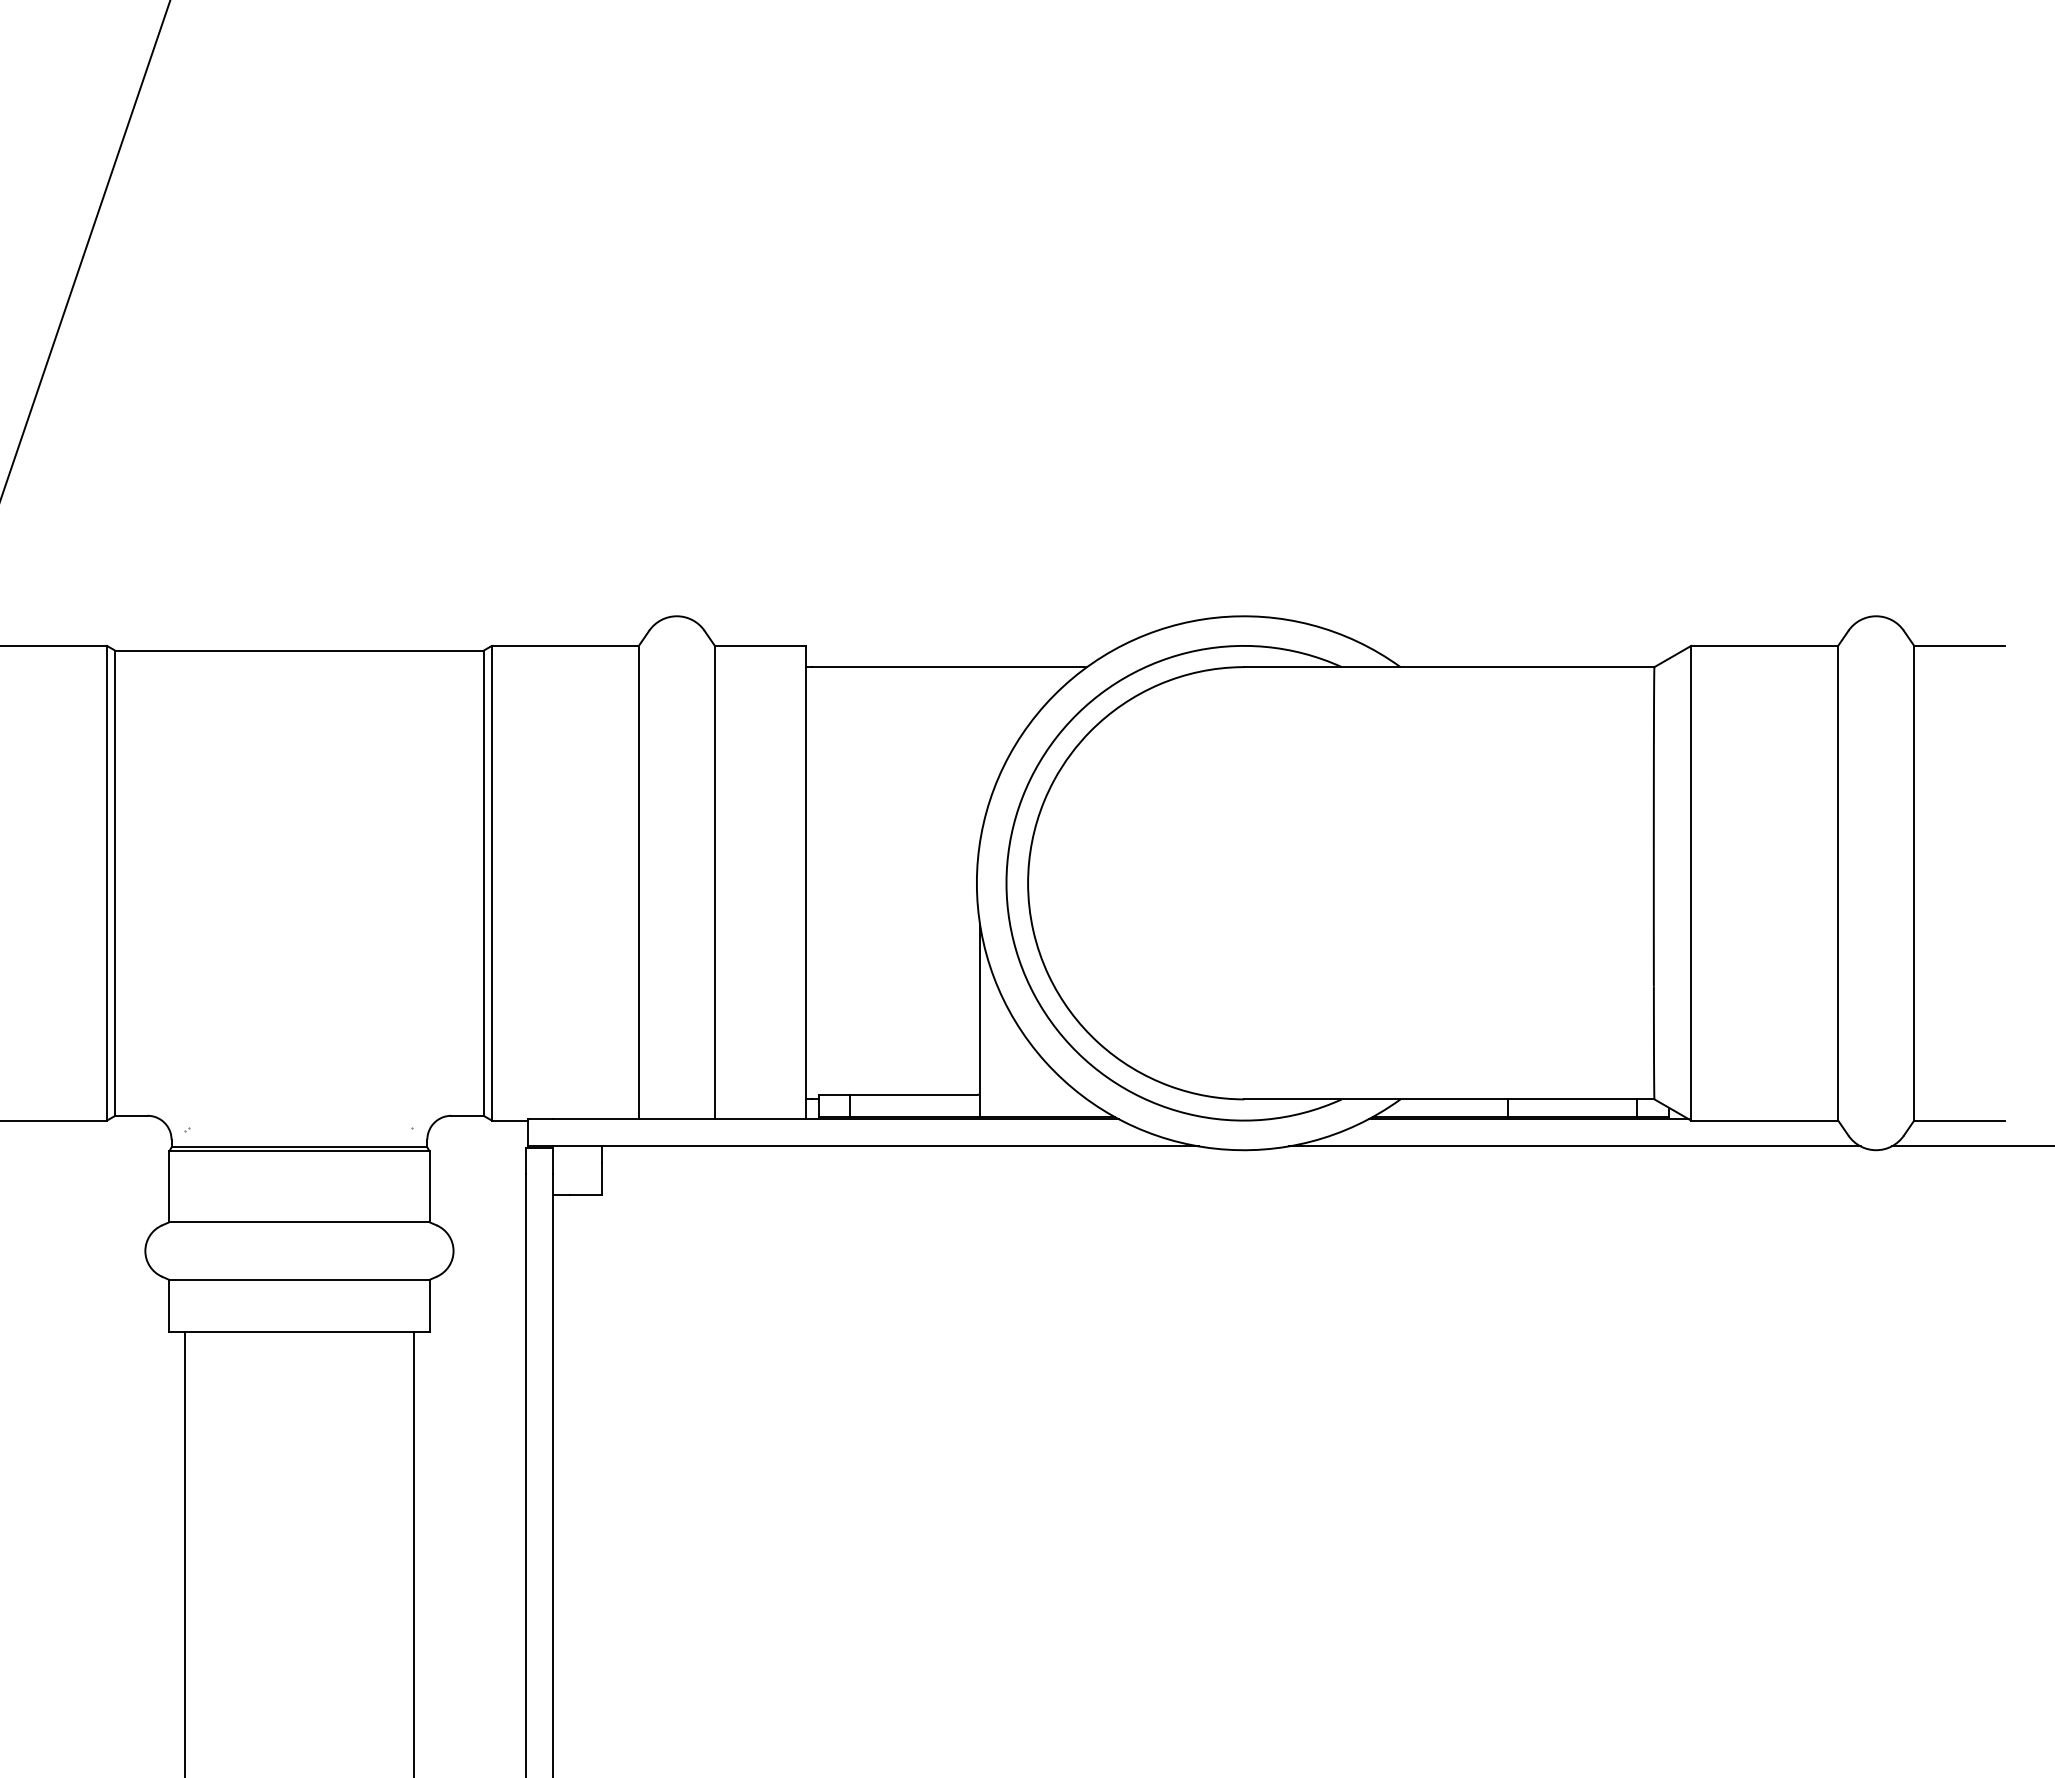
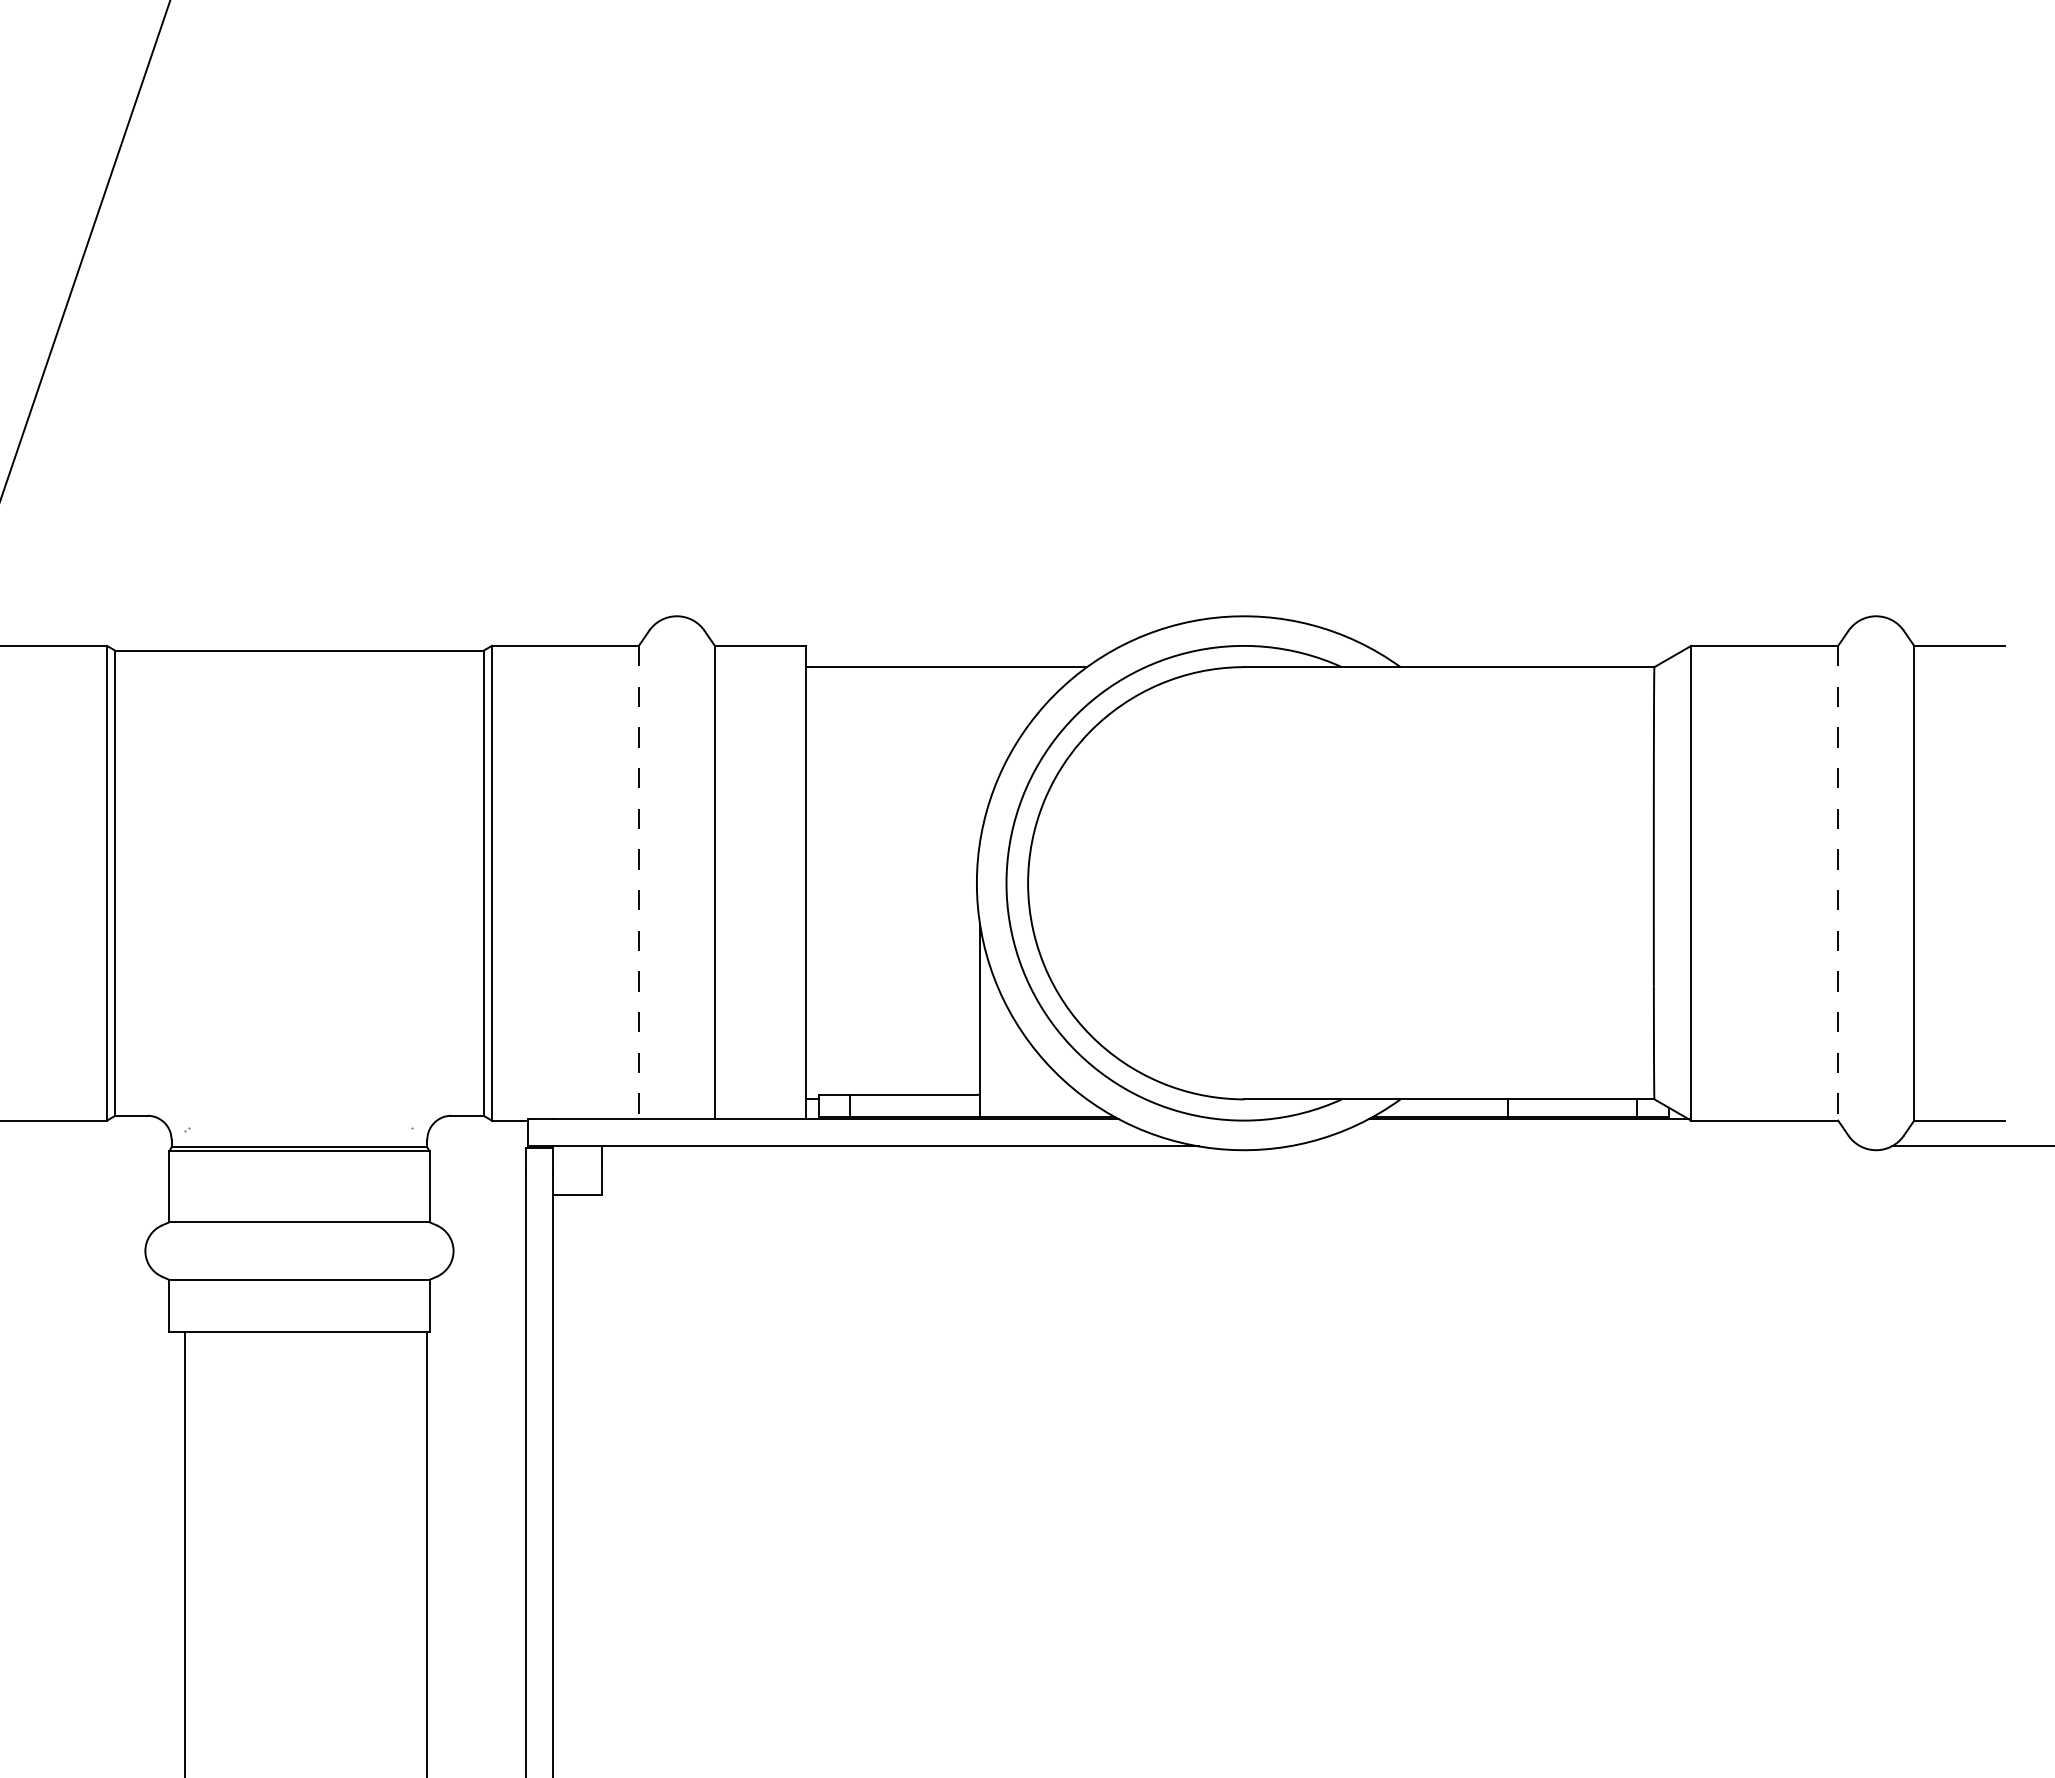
line at (638, 882): solid -> dashed
line at (1838, 883): solid -> dashed
line at (1574, 1146): present -> none
line at (413, 1552) position: (413, 1552) -> (426, 1552)
